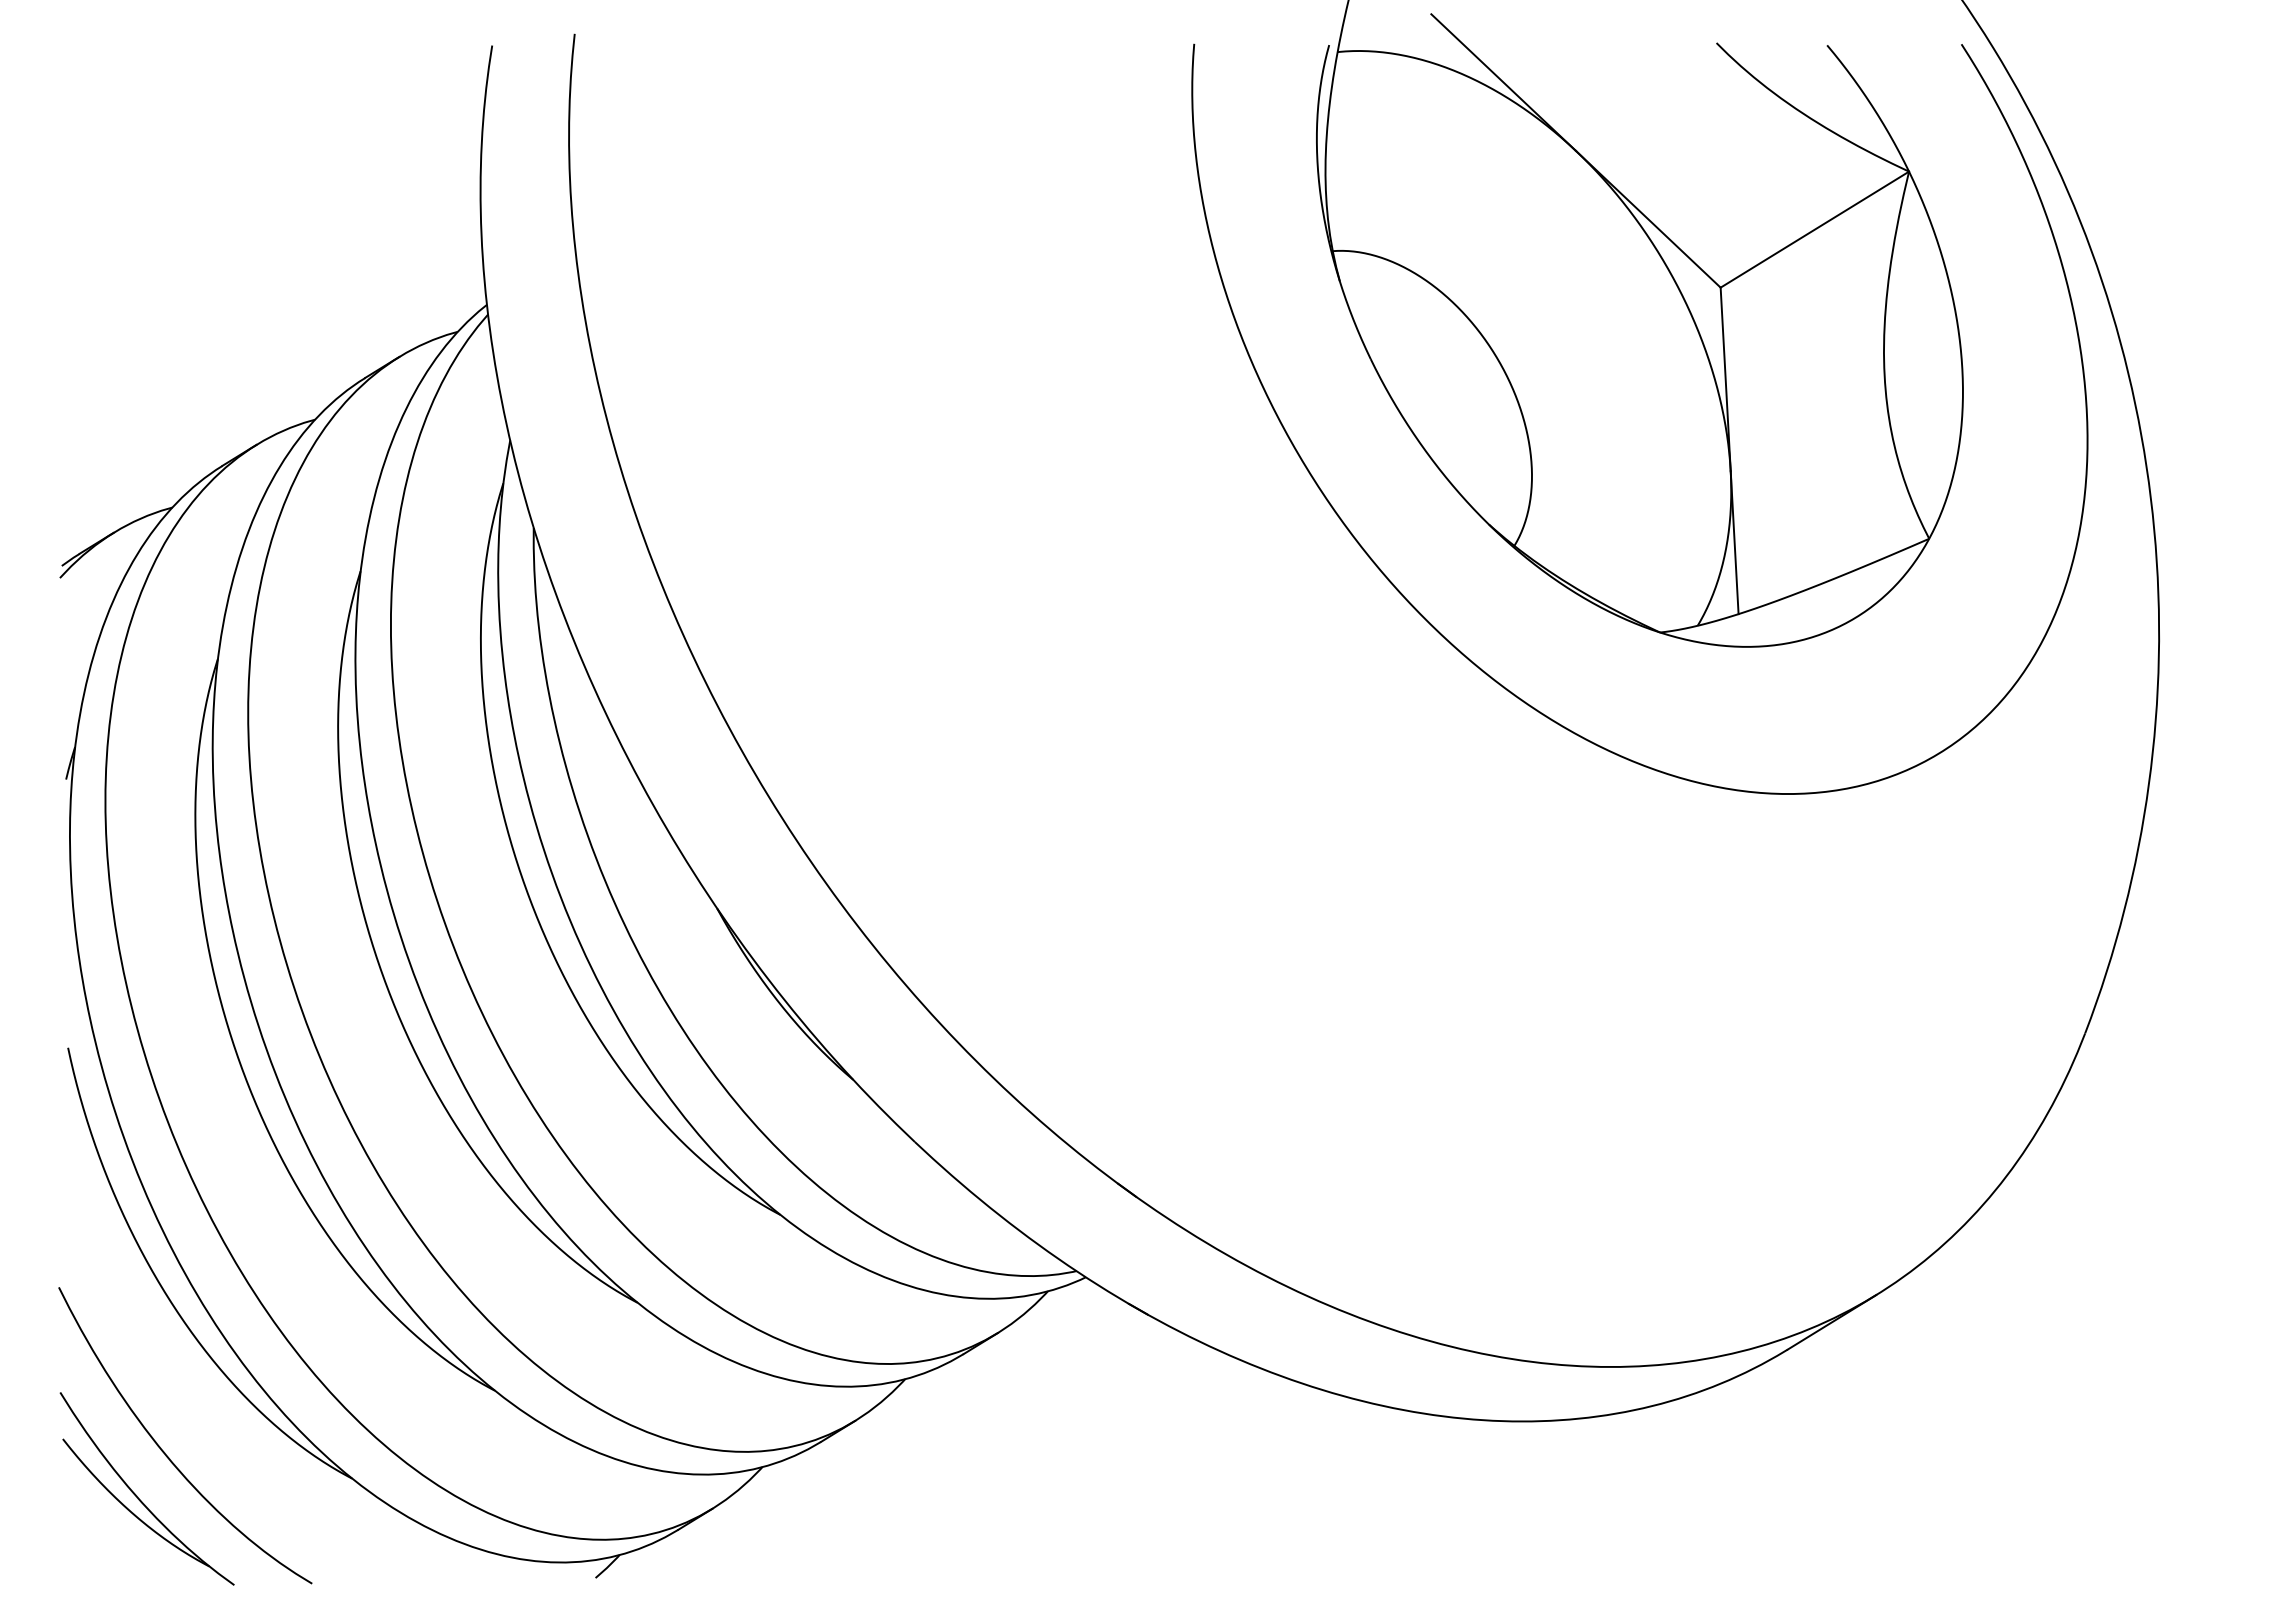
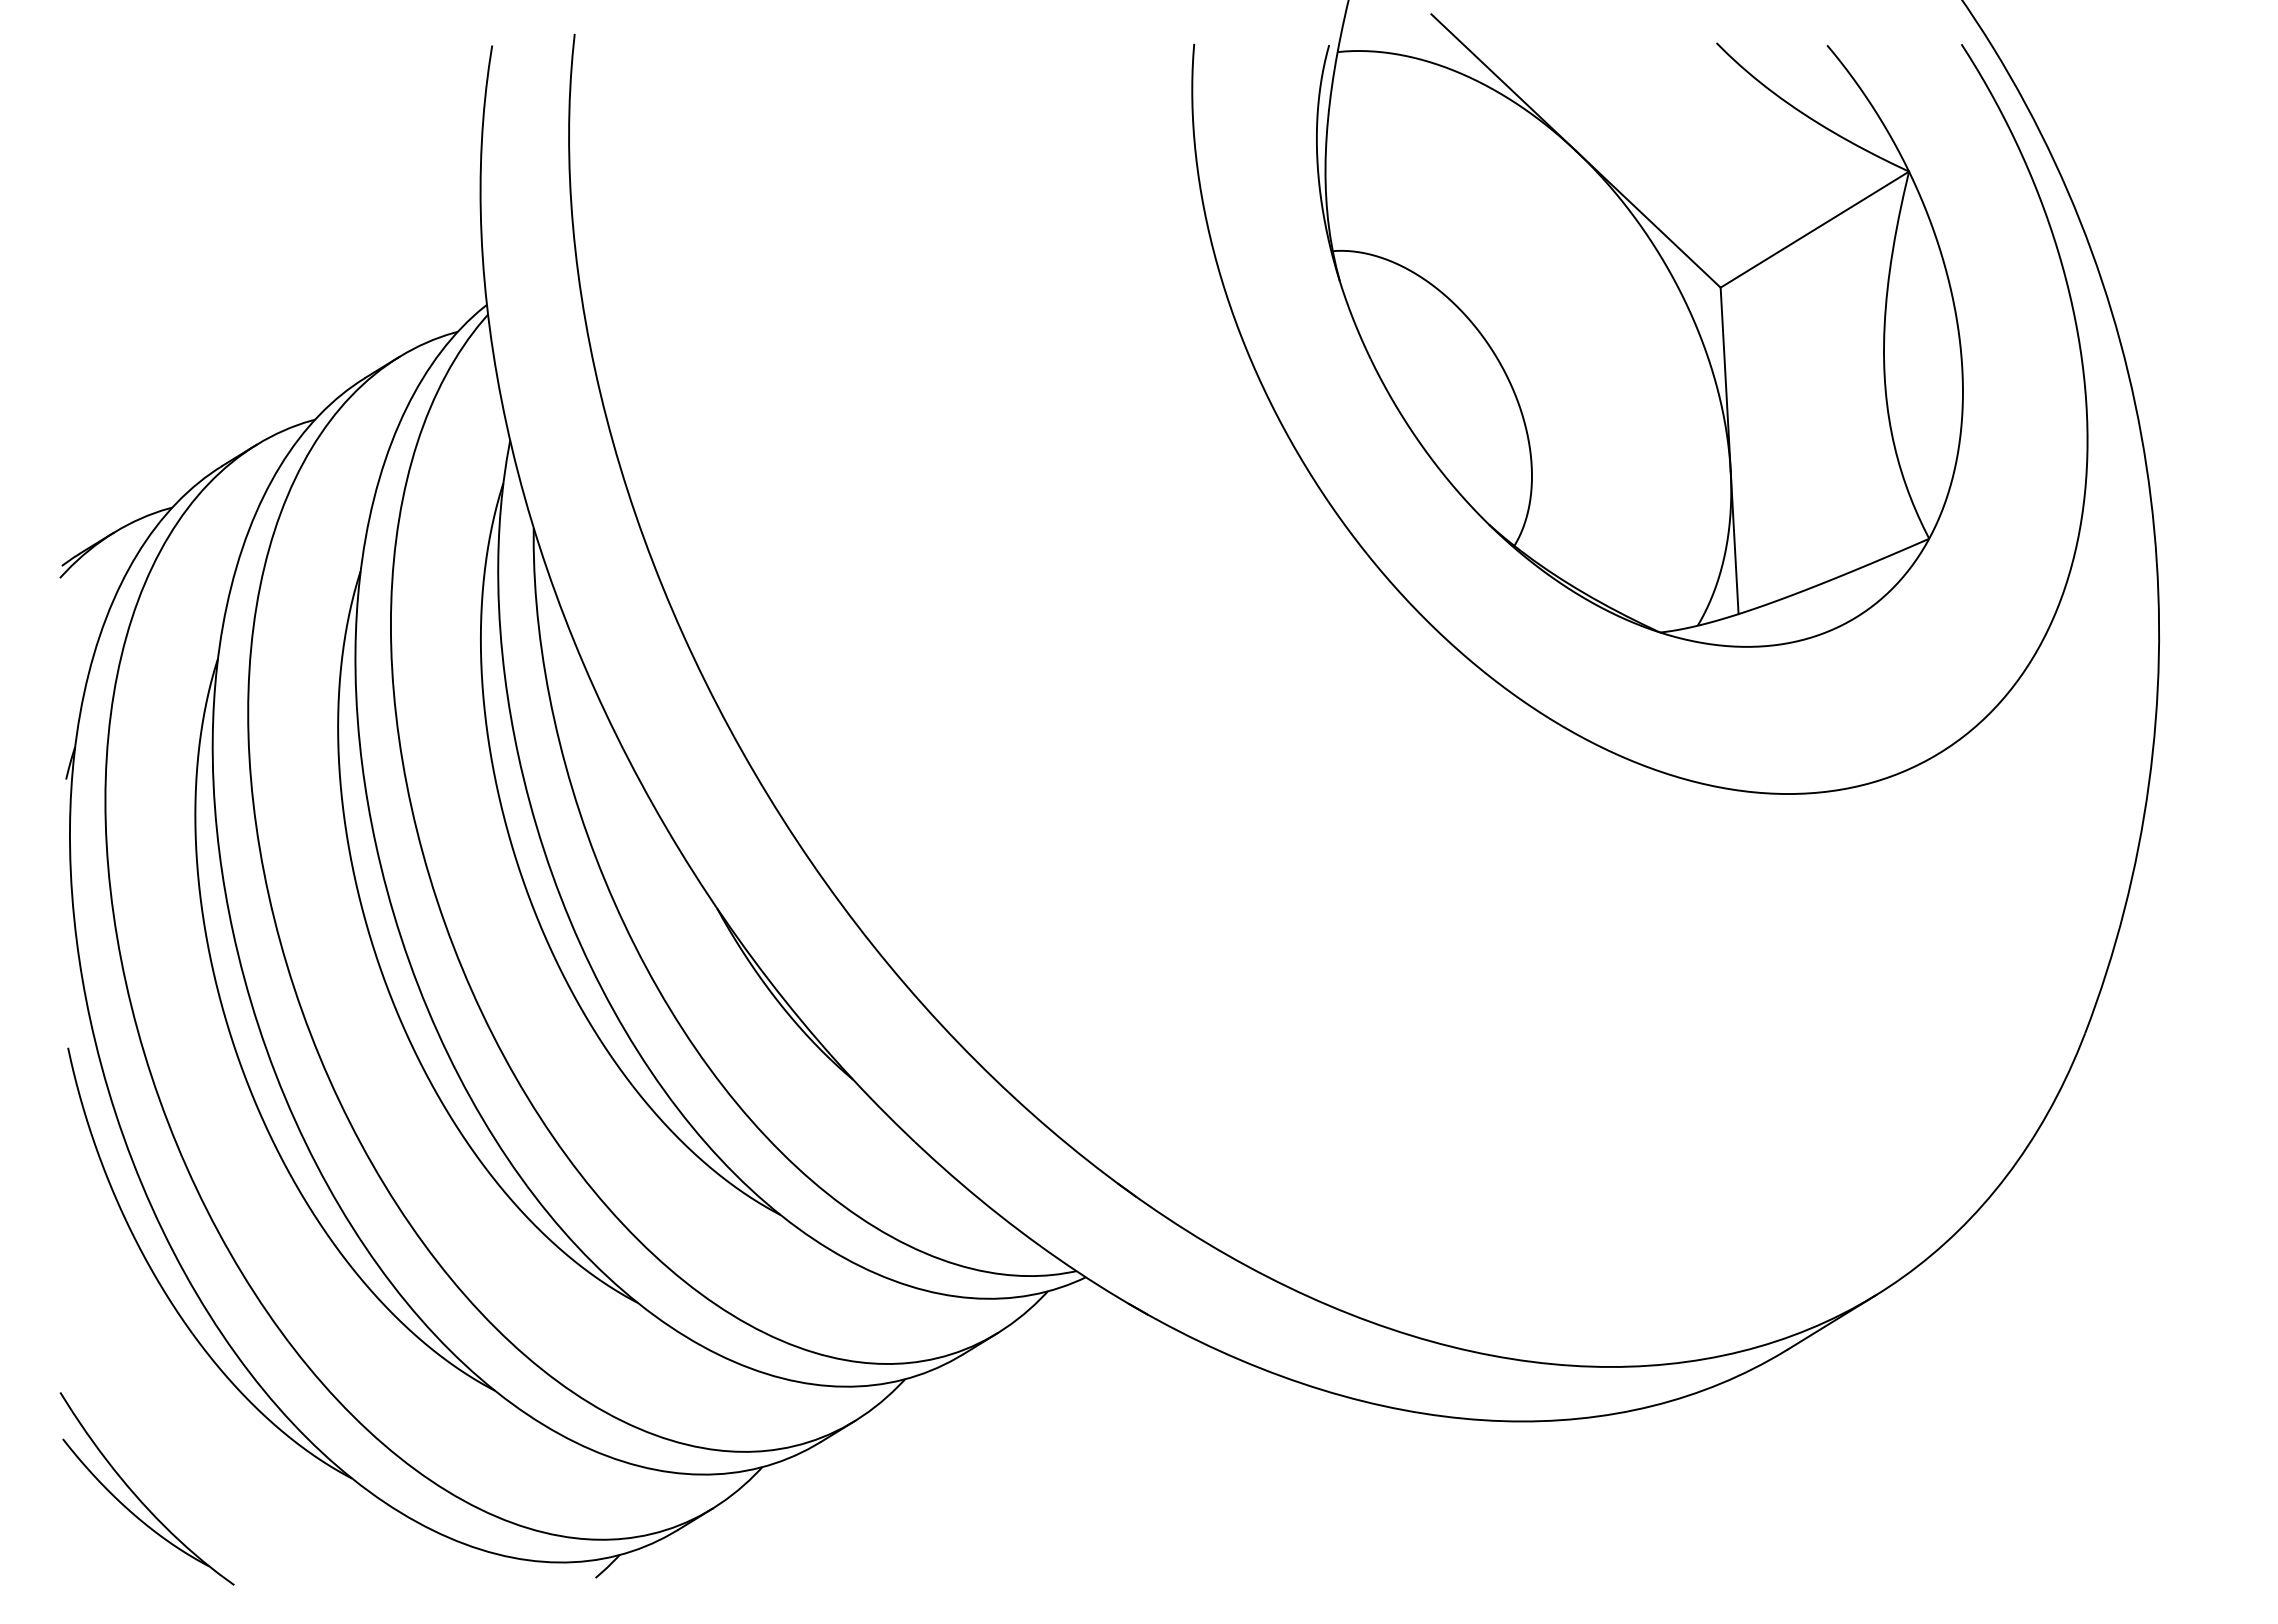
curve at (165, 1452): present -> none
